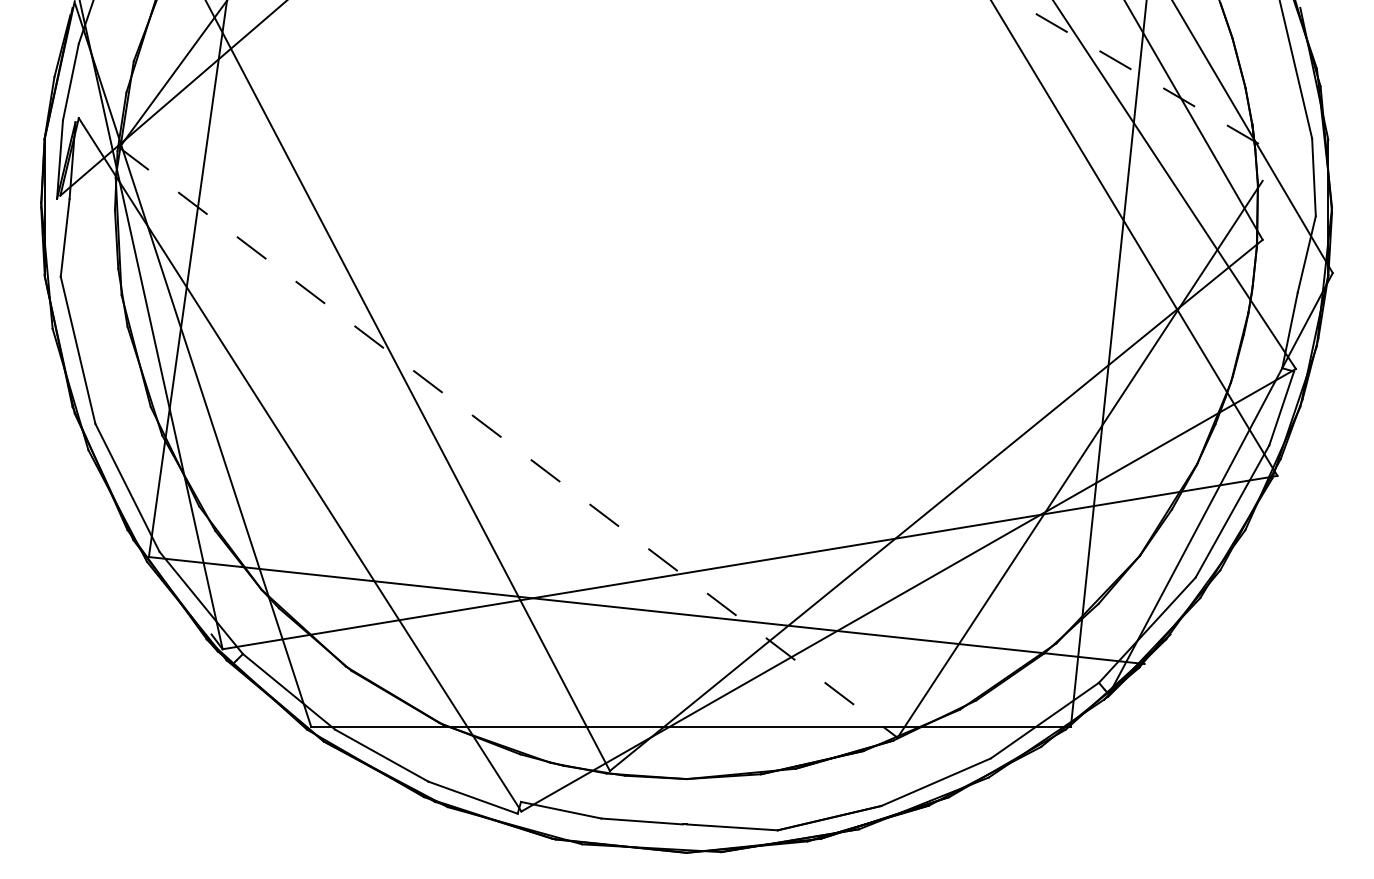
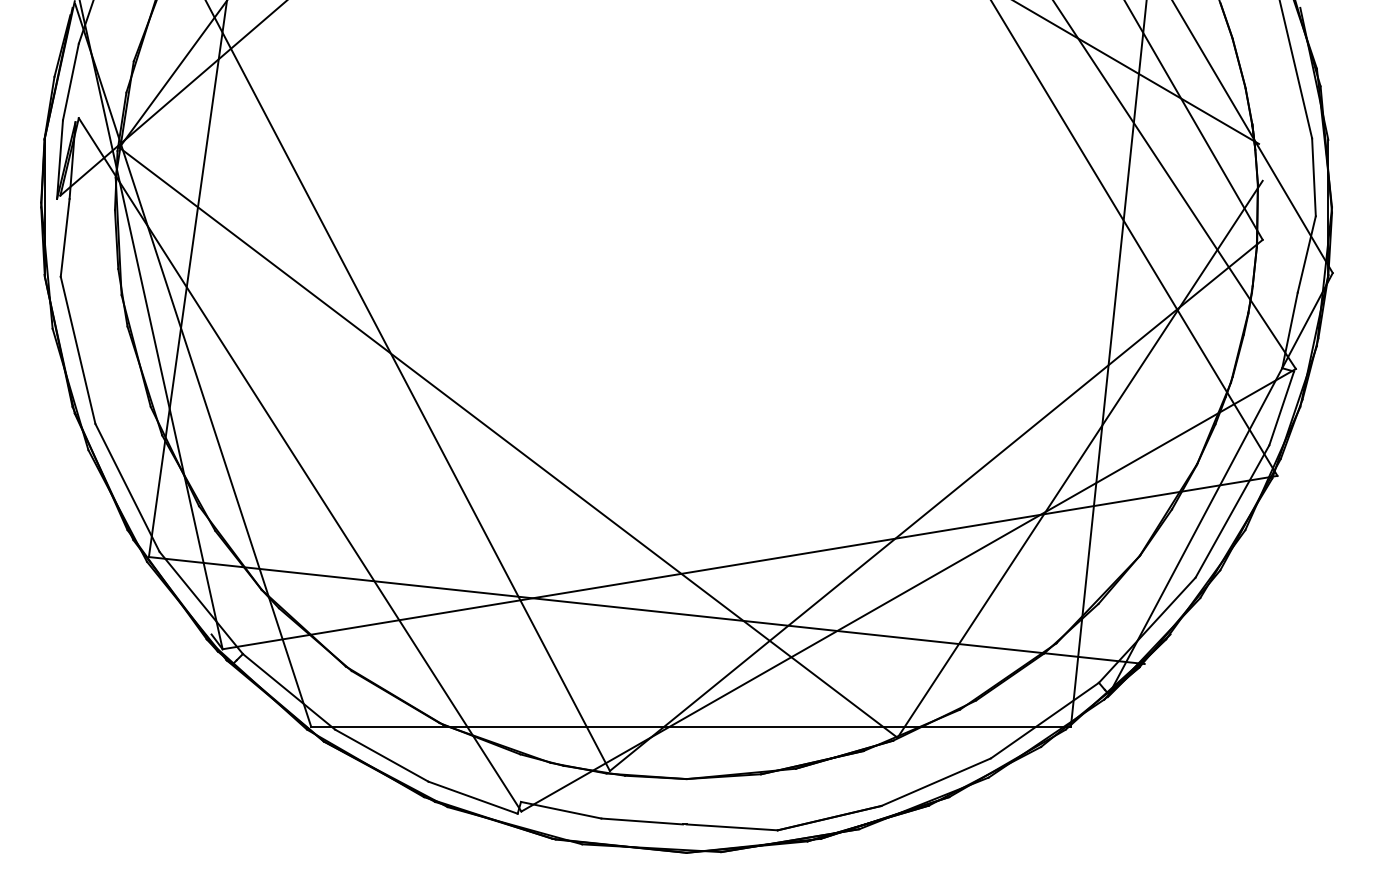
line at (1135, 71): dashed -> solid
line at (508, 443): dashed -> solid
